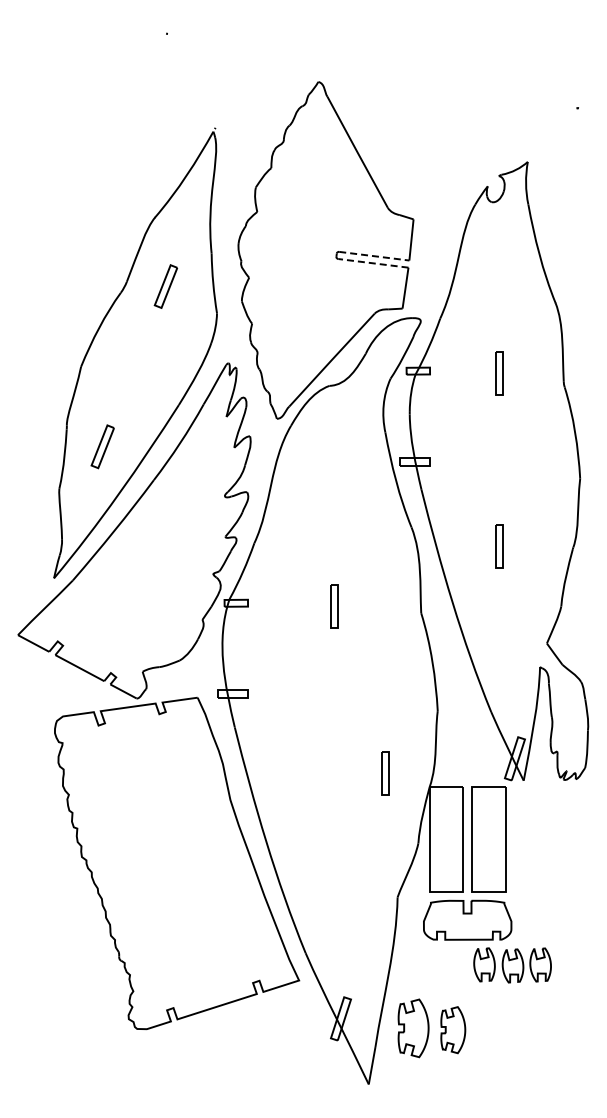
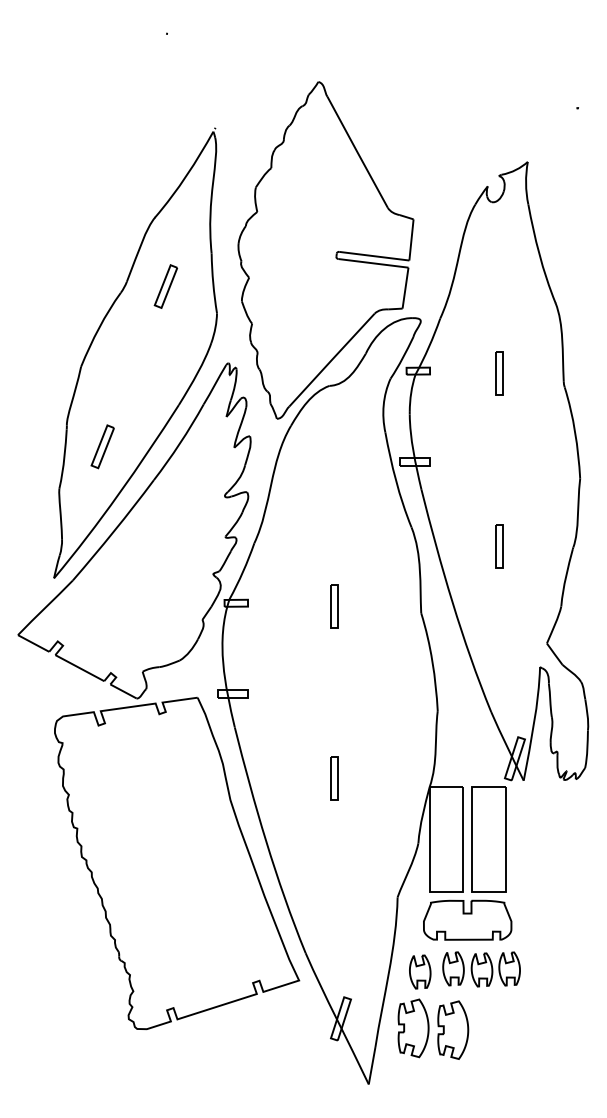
line at (374, 256): dashed -> solid
line at (372, 263): dashed -> solid
part at (385, 773) position: (385, 773) -> (334, 778)
part at (512, 965) position: (512, 965) -> (481, 969)
part at (420, 971): none -> present
part at (453, 1030) size: 27x49 px -> 33x60 px
